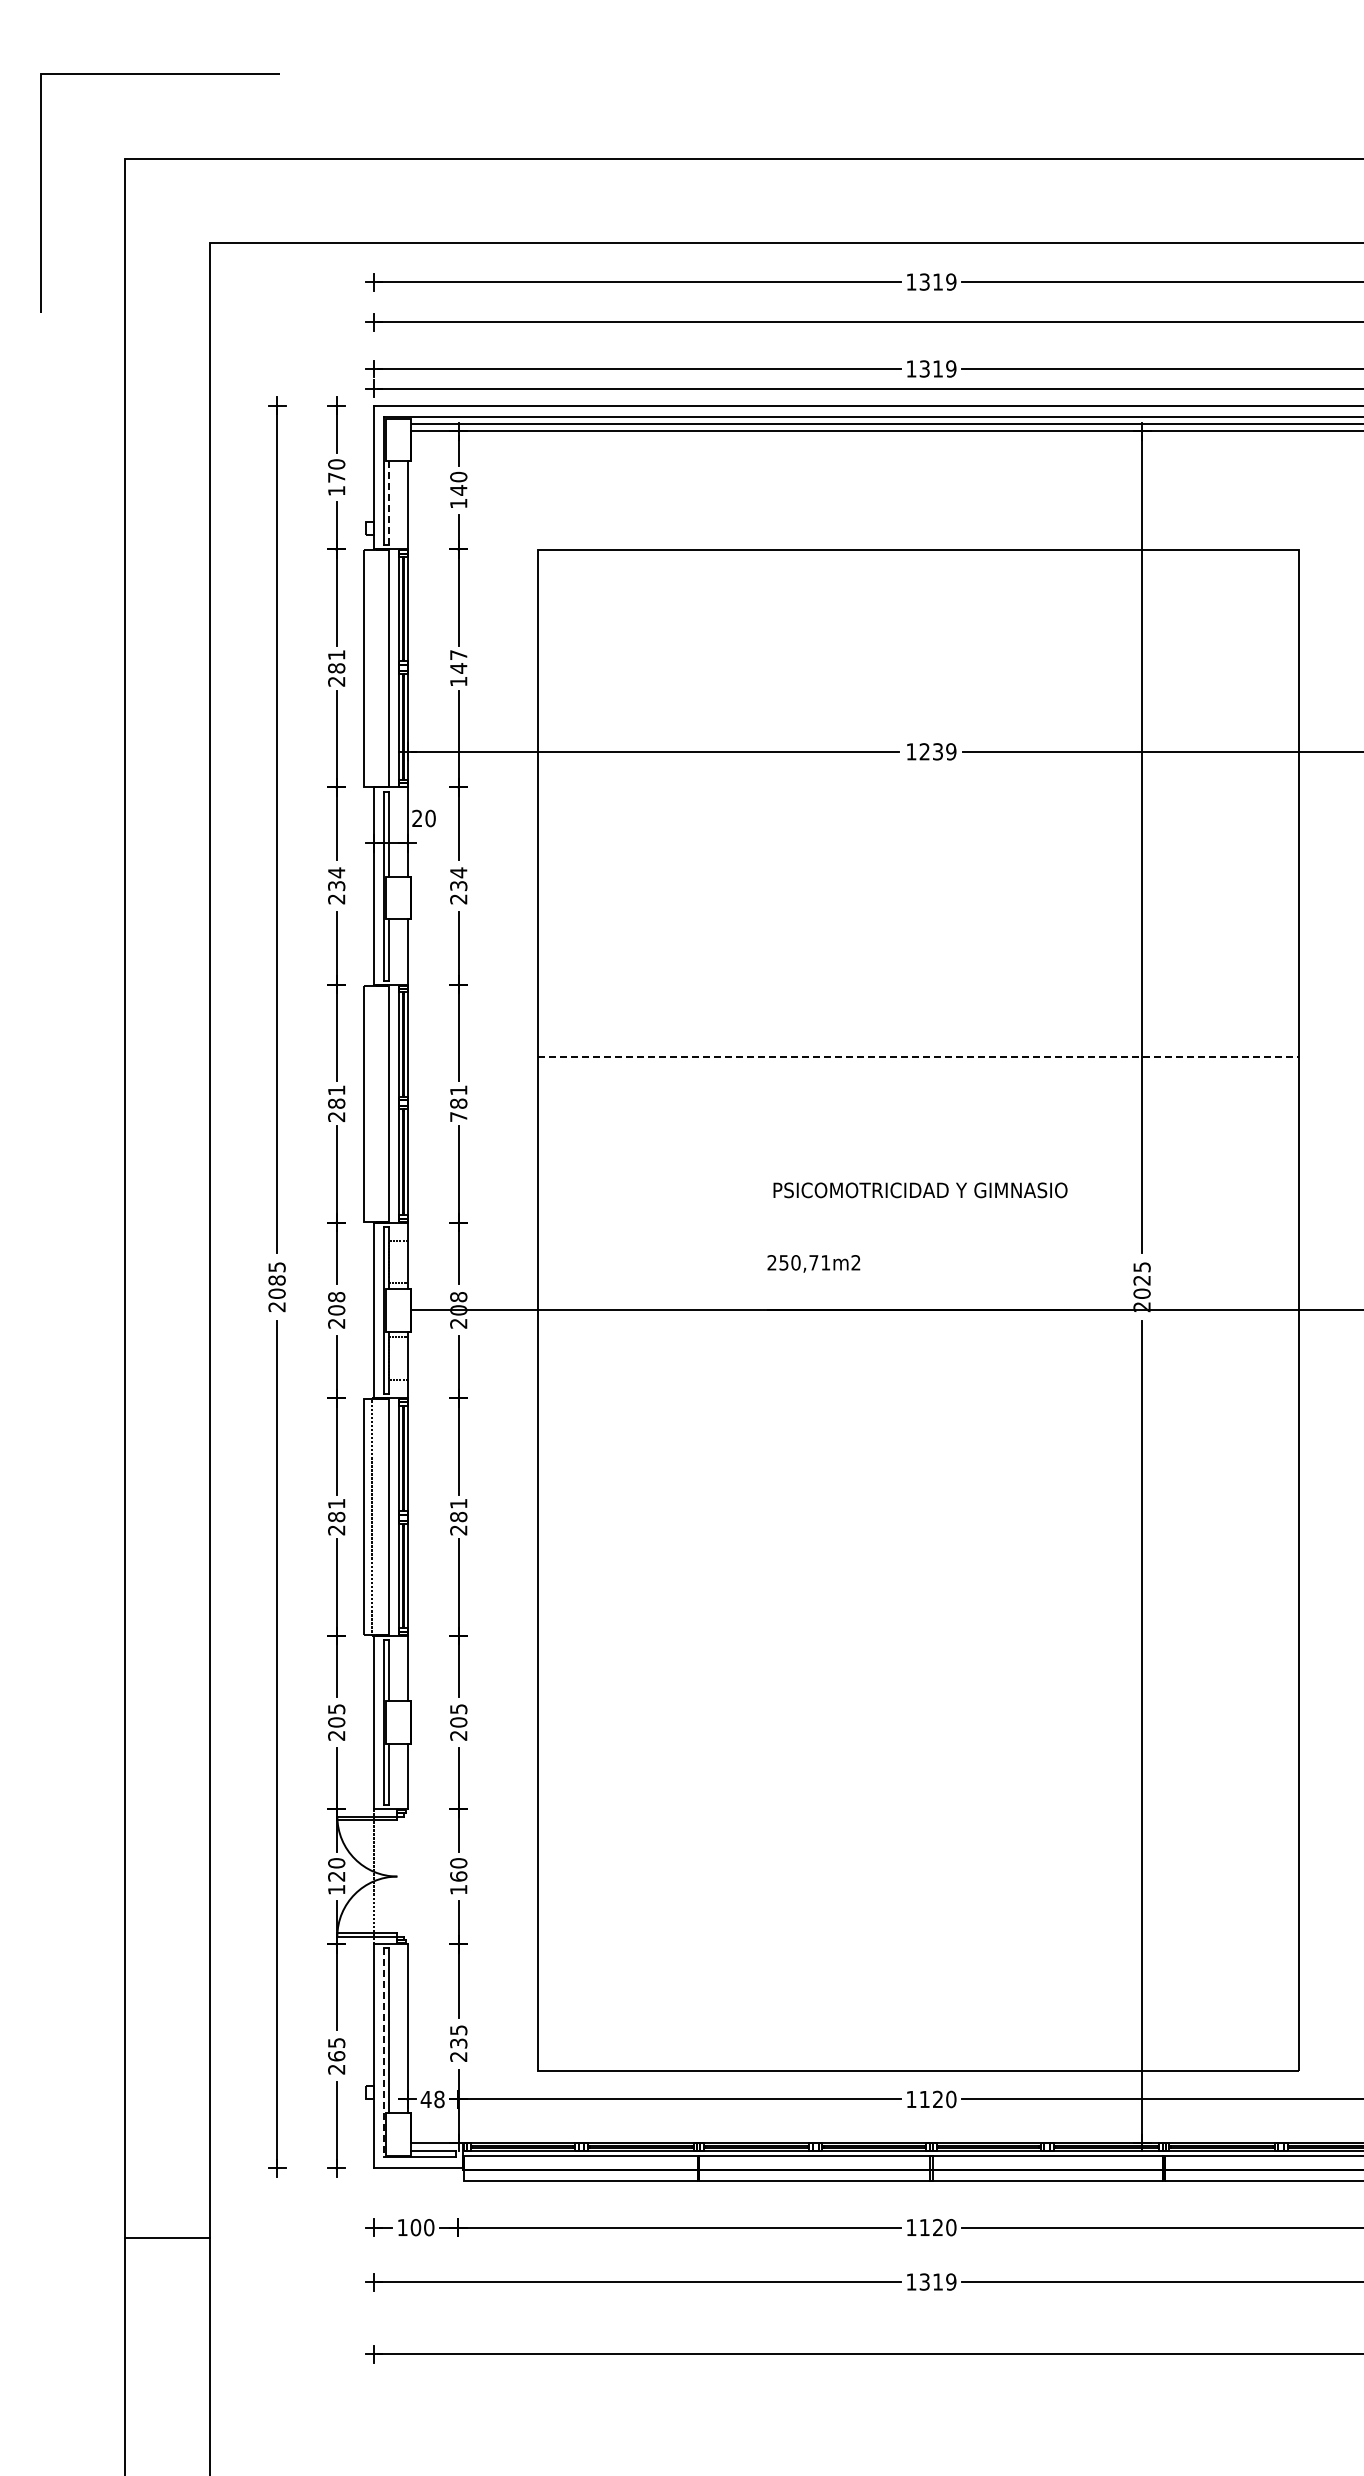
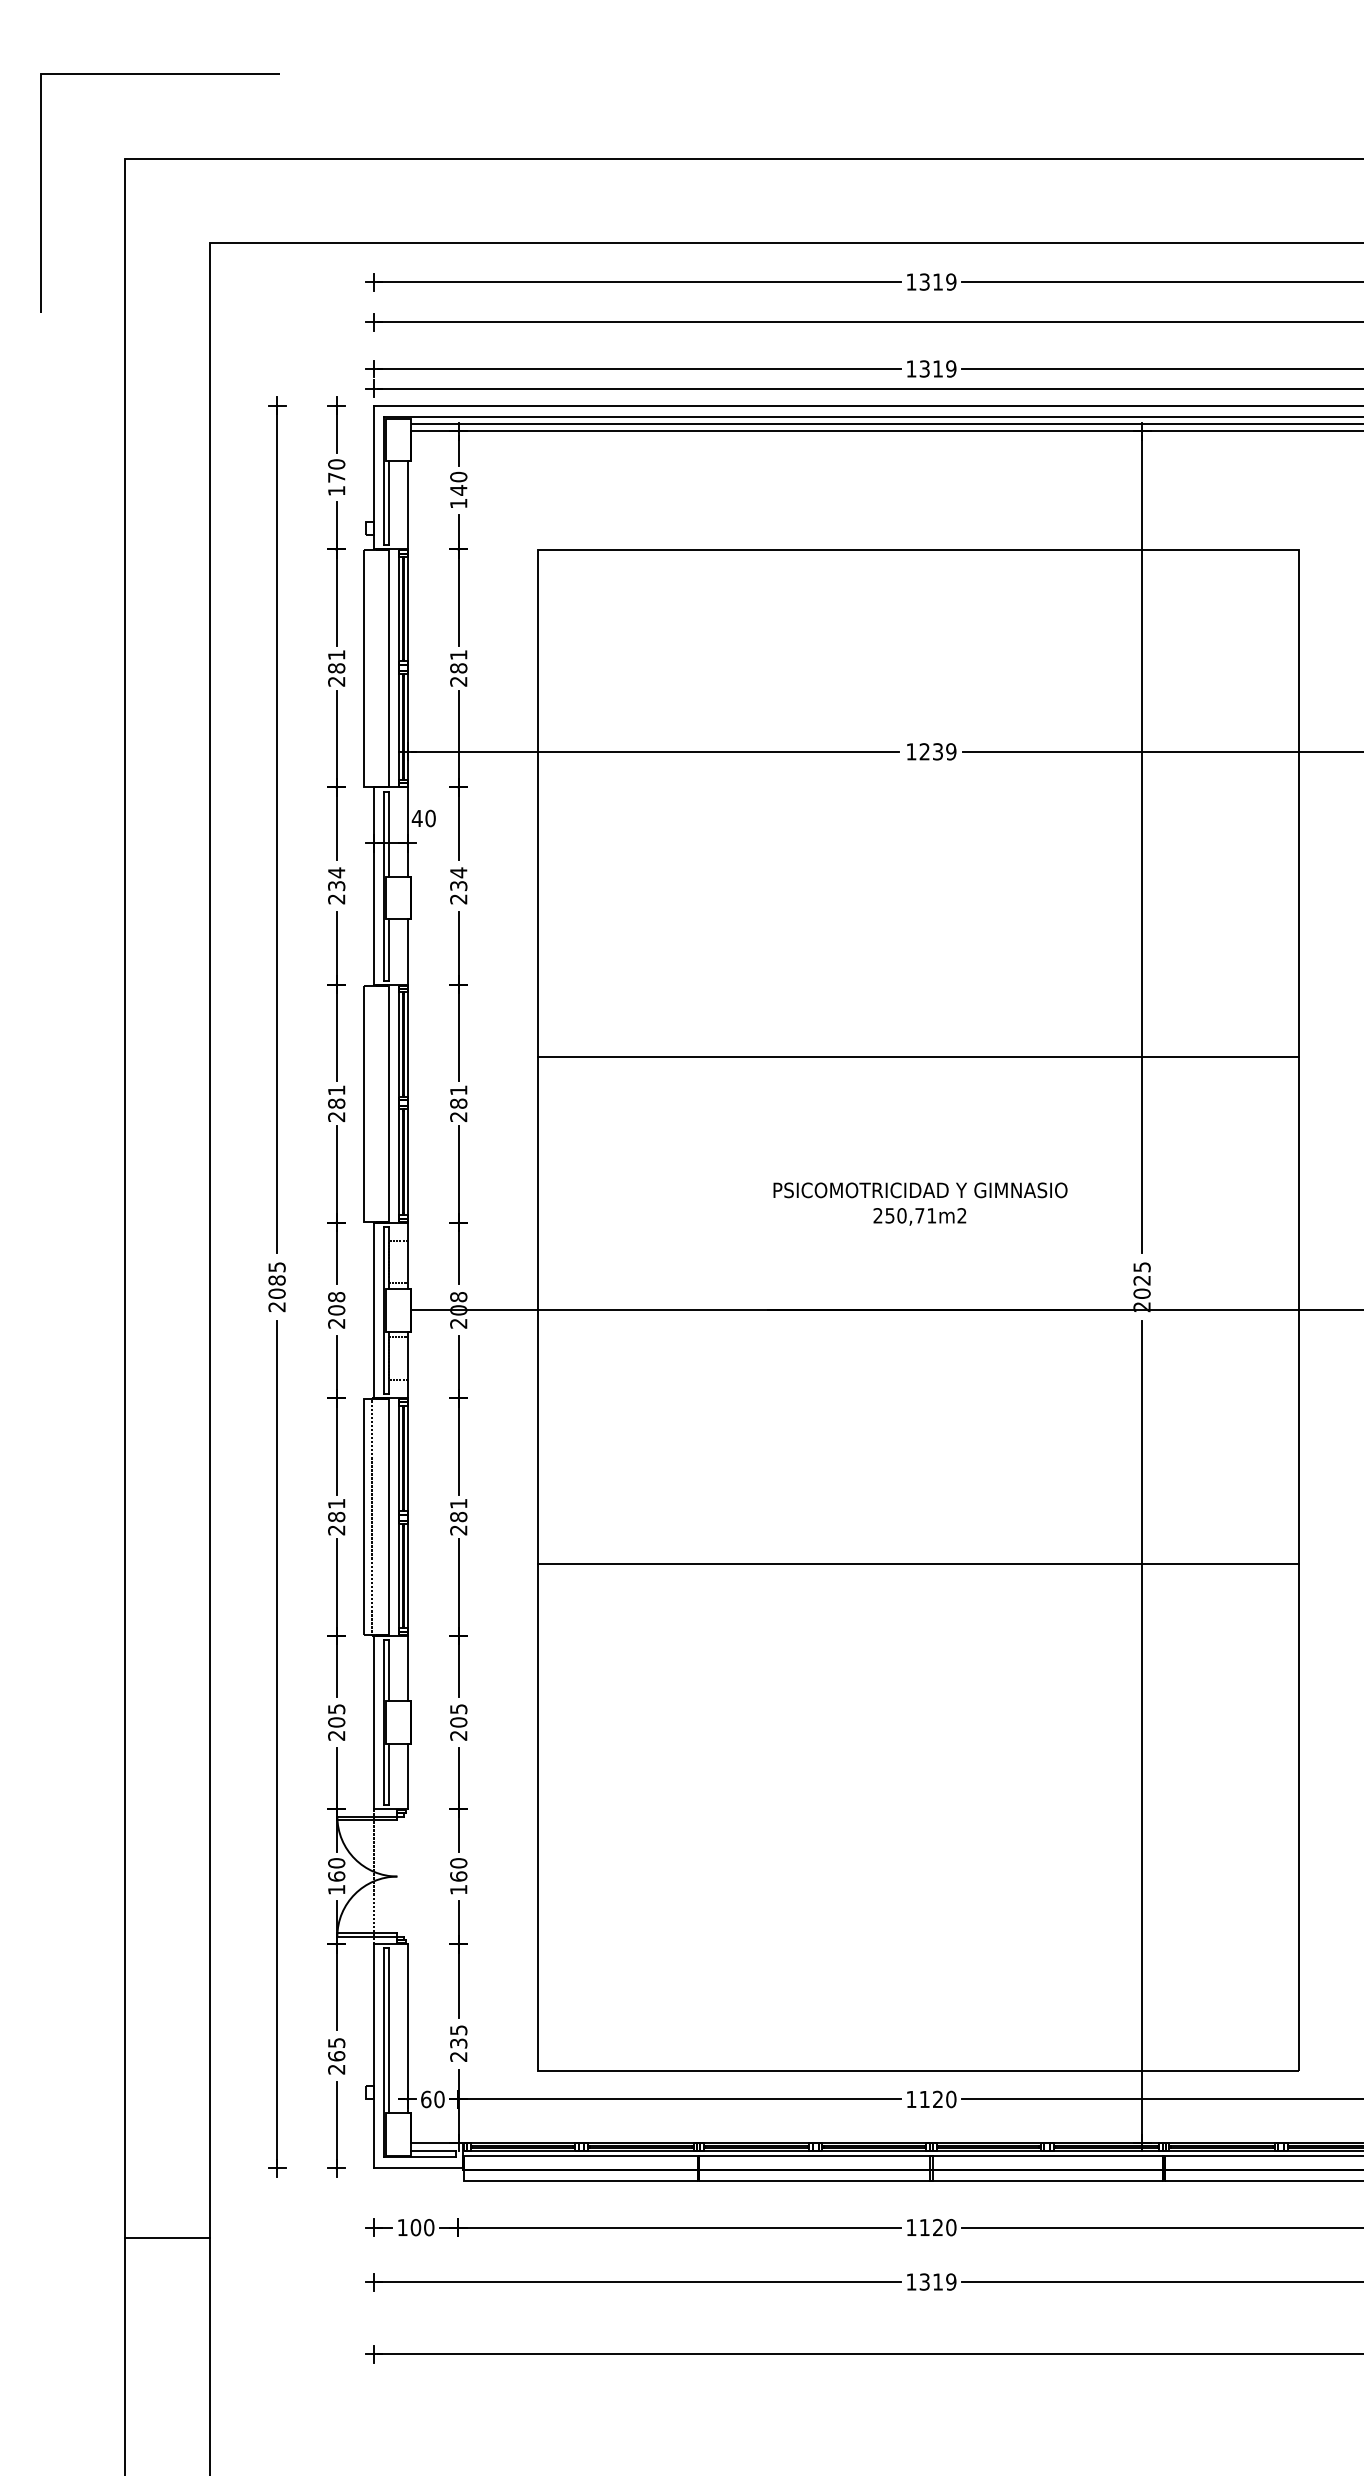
line at (389, 503): dashed -> solid
text at (458, 668): 147 -> 281
text at (416, 817): 20 -> 40
line at (918, 1056): dashed -> solid
text at (458, 1117): 781 -> 281
text at (813, 1263) position: (813, 1263) -> (919, 1216)
line at (917, 1563): none -> present
text at (336, 1876): 120 -> 160
line at (384, 2053): dashed -> solid
text at (432, 2099): 48 -> 60
